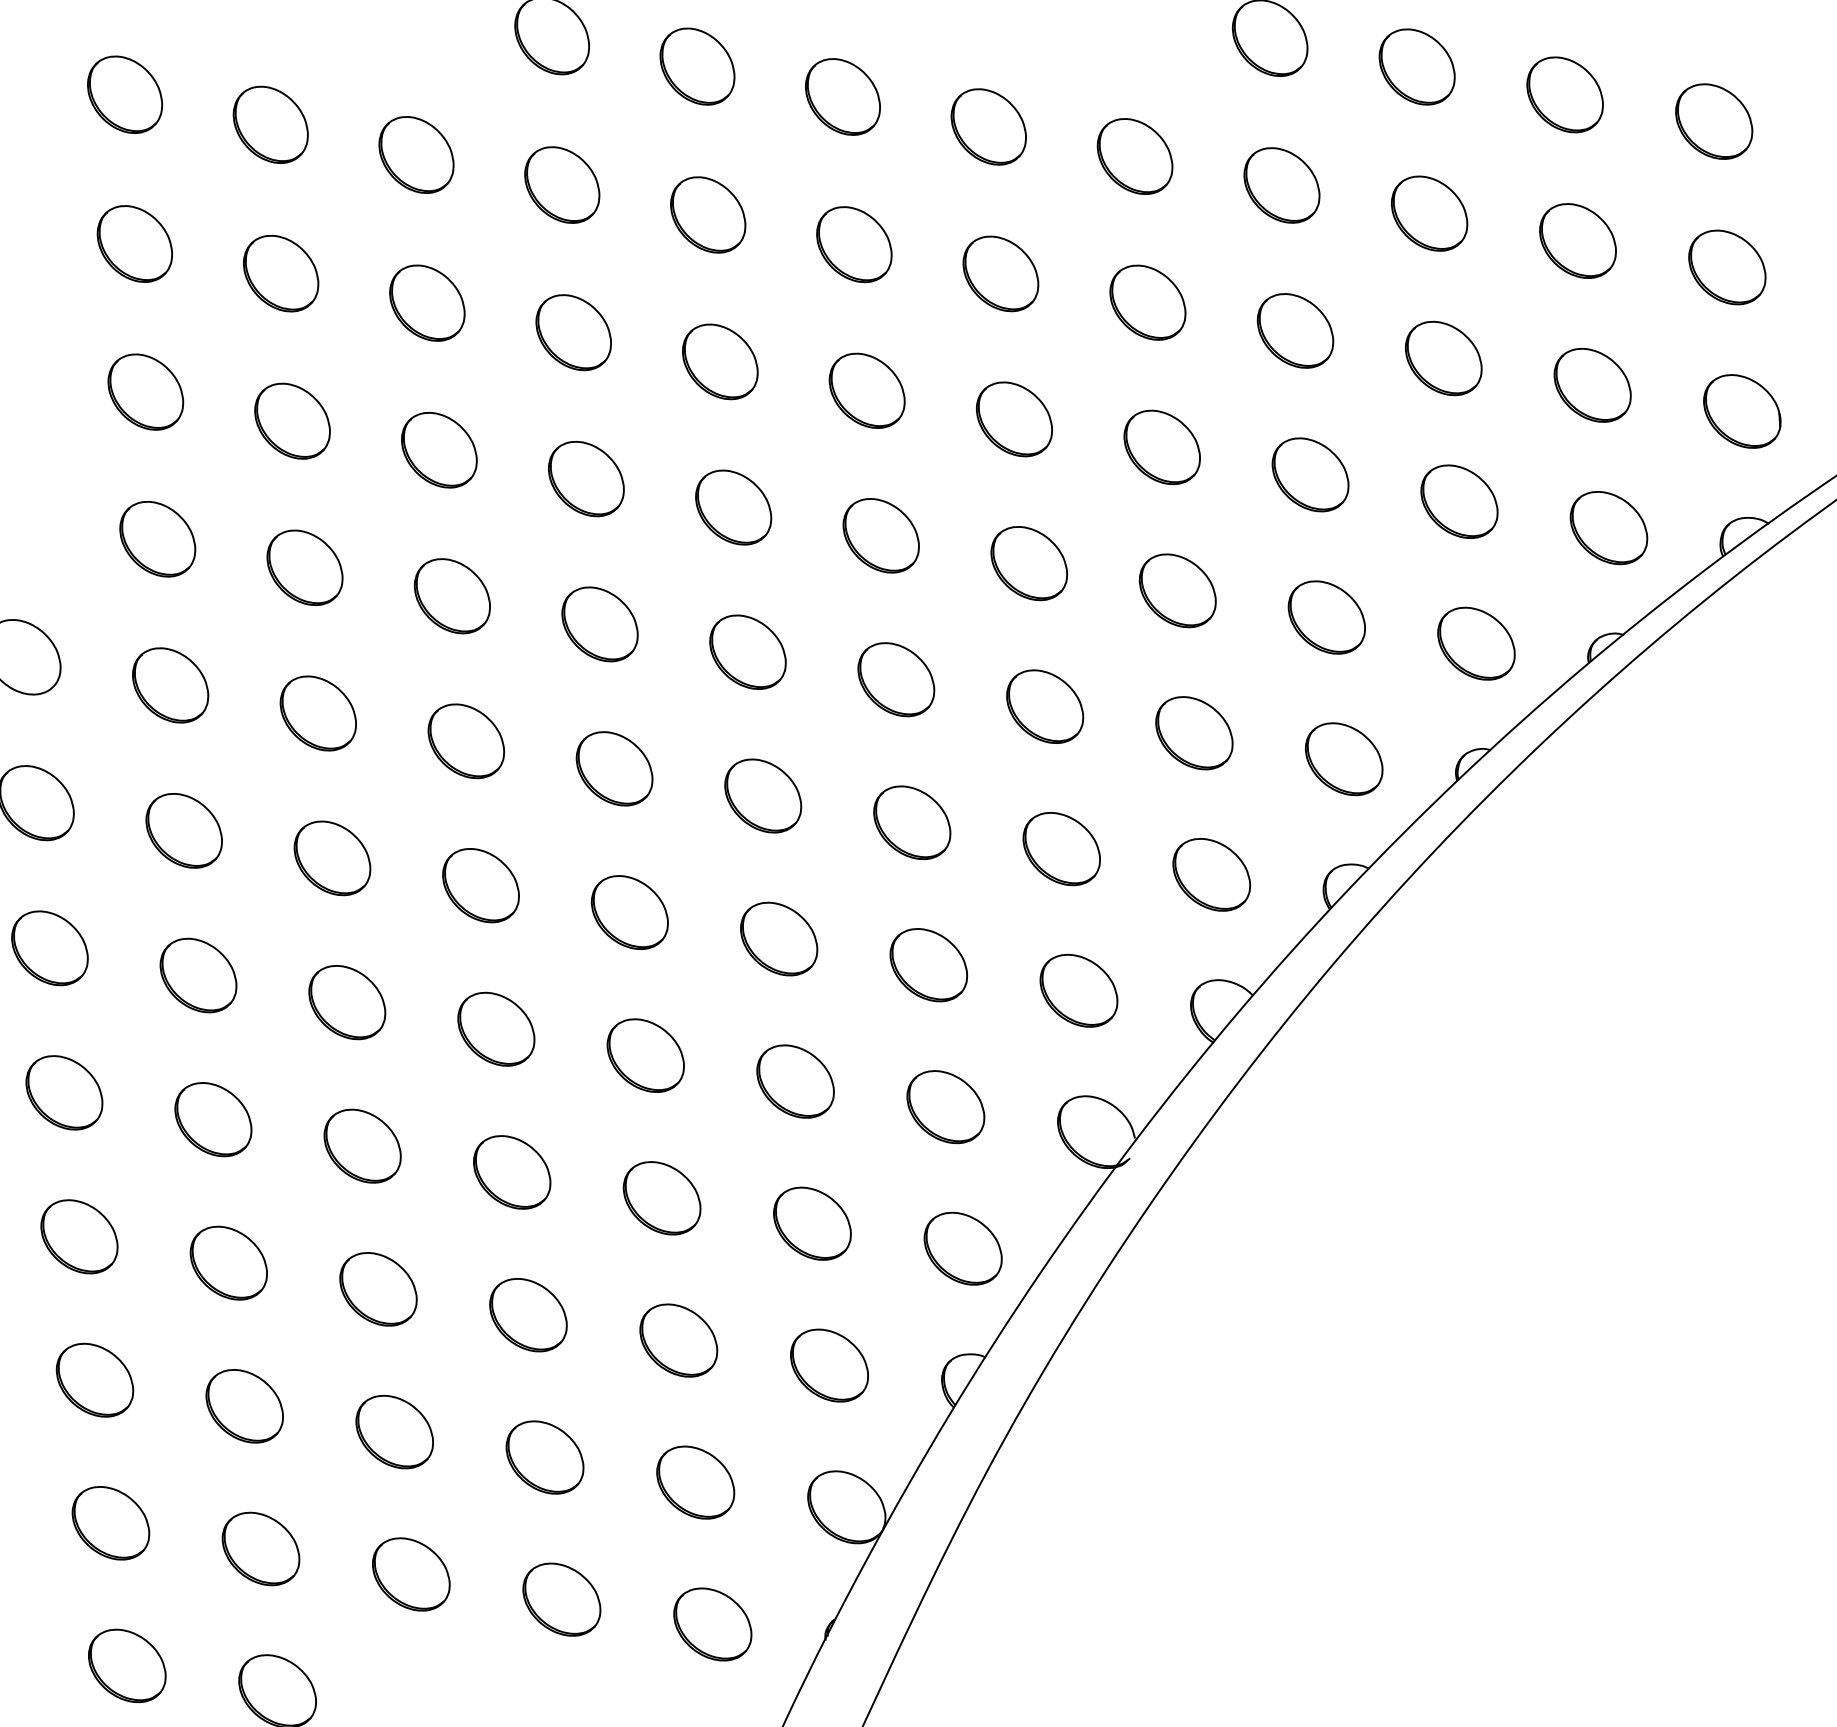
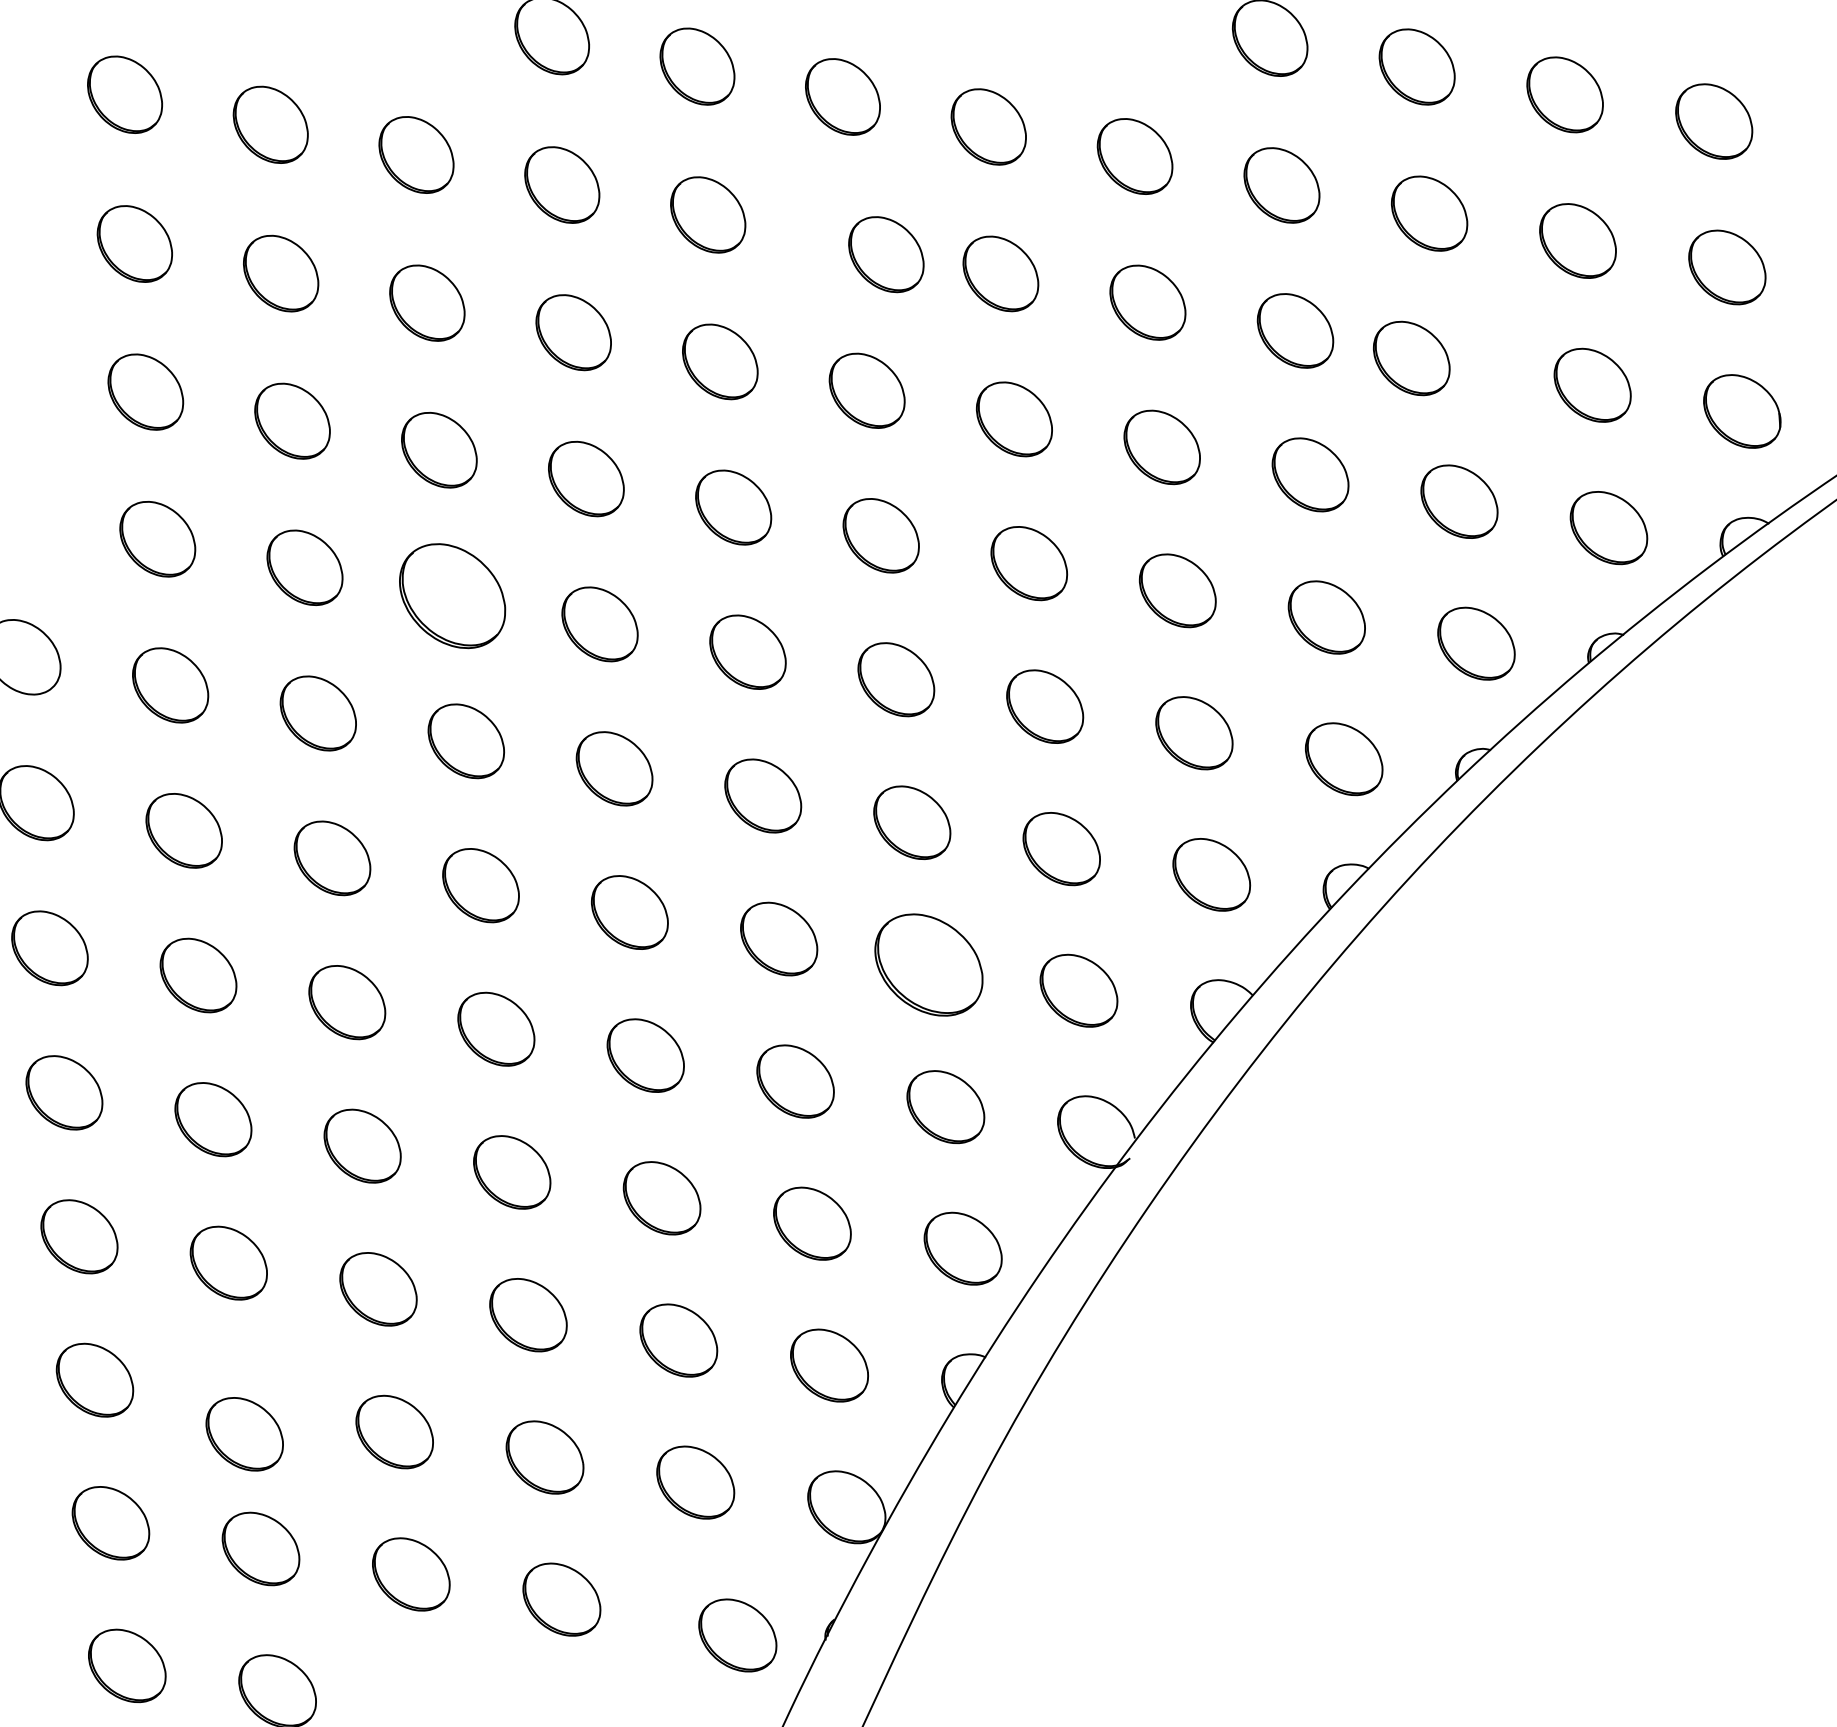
part at (854, 244) position: (854, 244) -> (886, 254)
part at (1443, 358) position: (1443, 358) -> (1411, 358)
part at (451, 596) size: 78x77 px -> 108x107 px
part at (928, 965) size: 79x75 px -> 110x104 px
part at (244, 1406) position: (244, 1406) -> (244, 1434)
part at (712, 1624) position: (712, 1624) -> (737, 1635)
